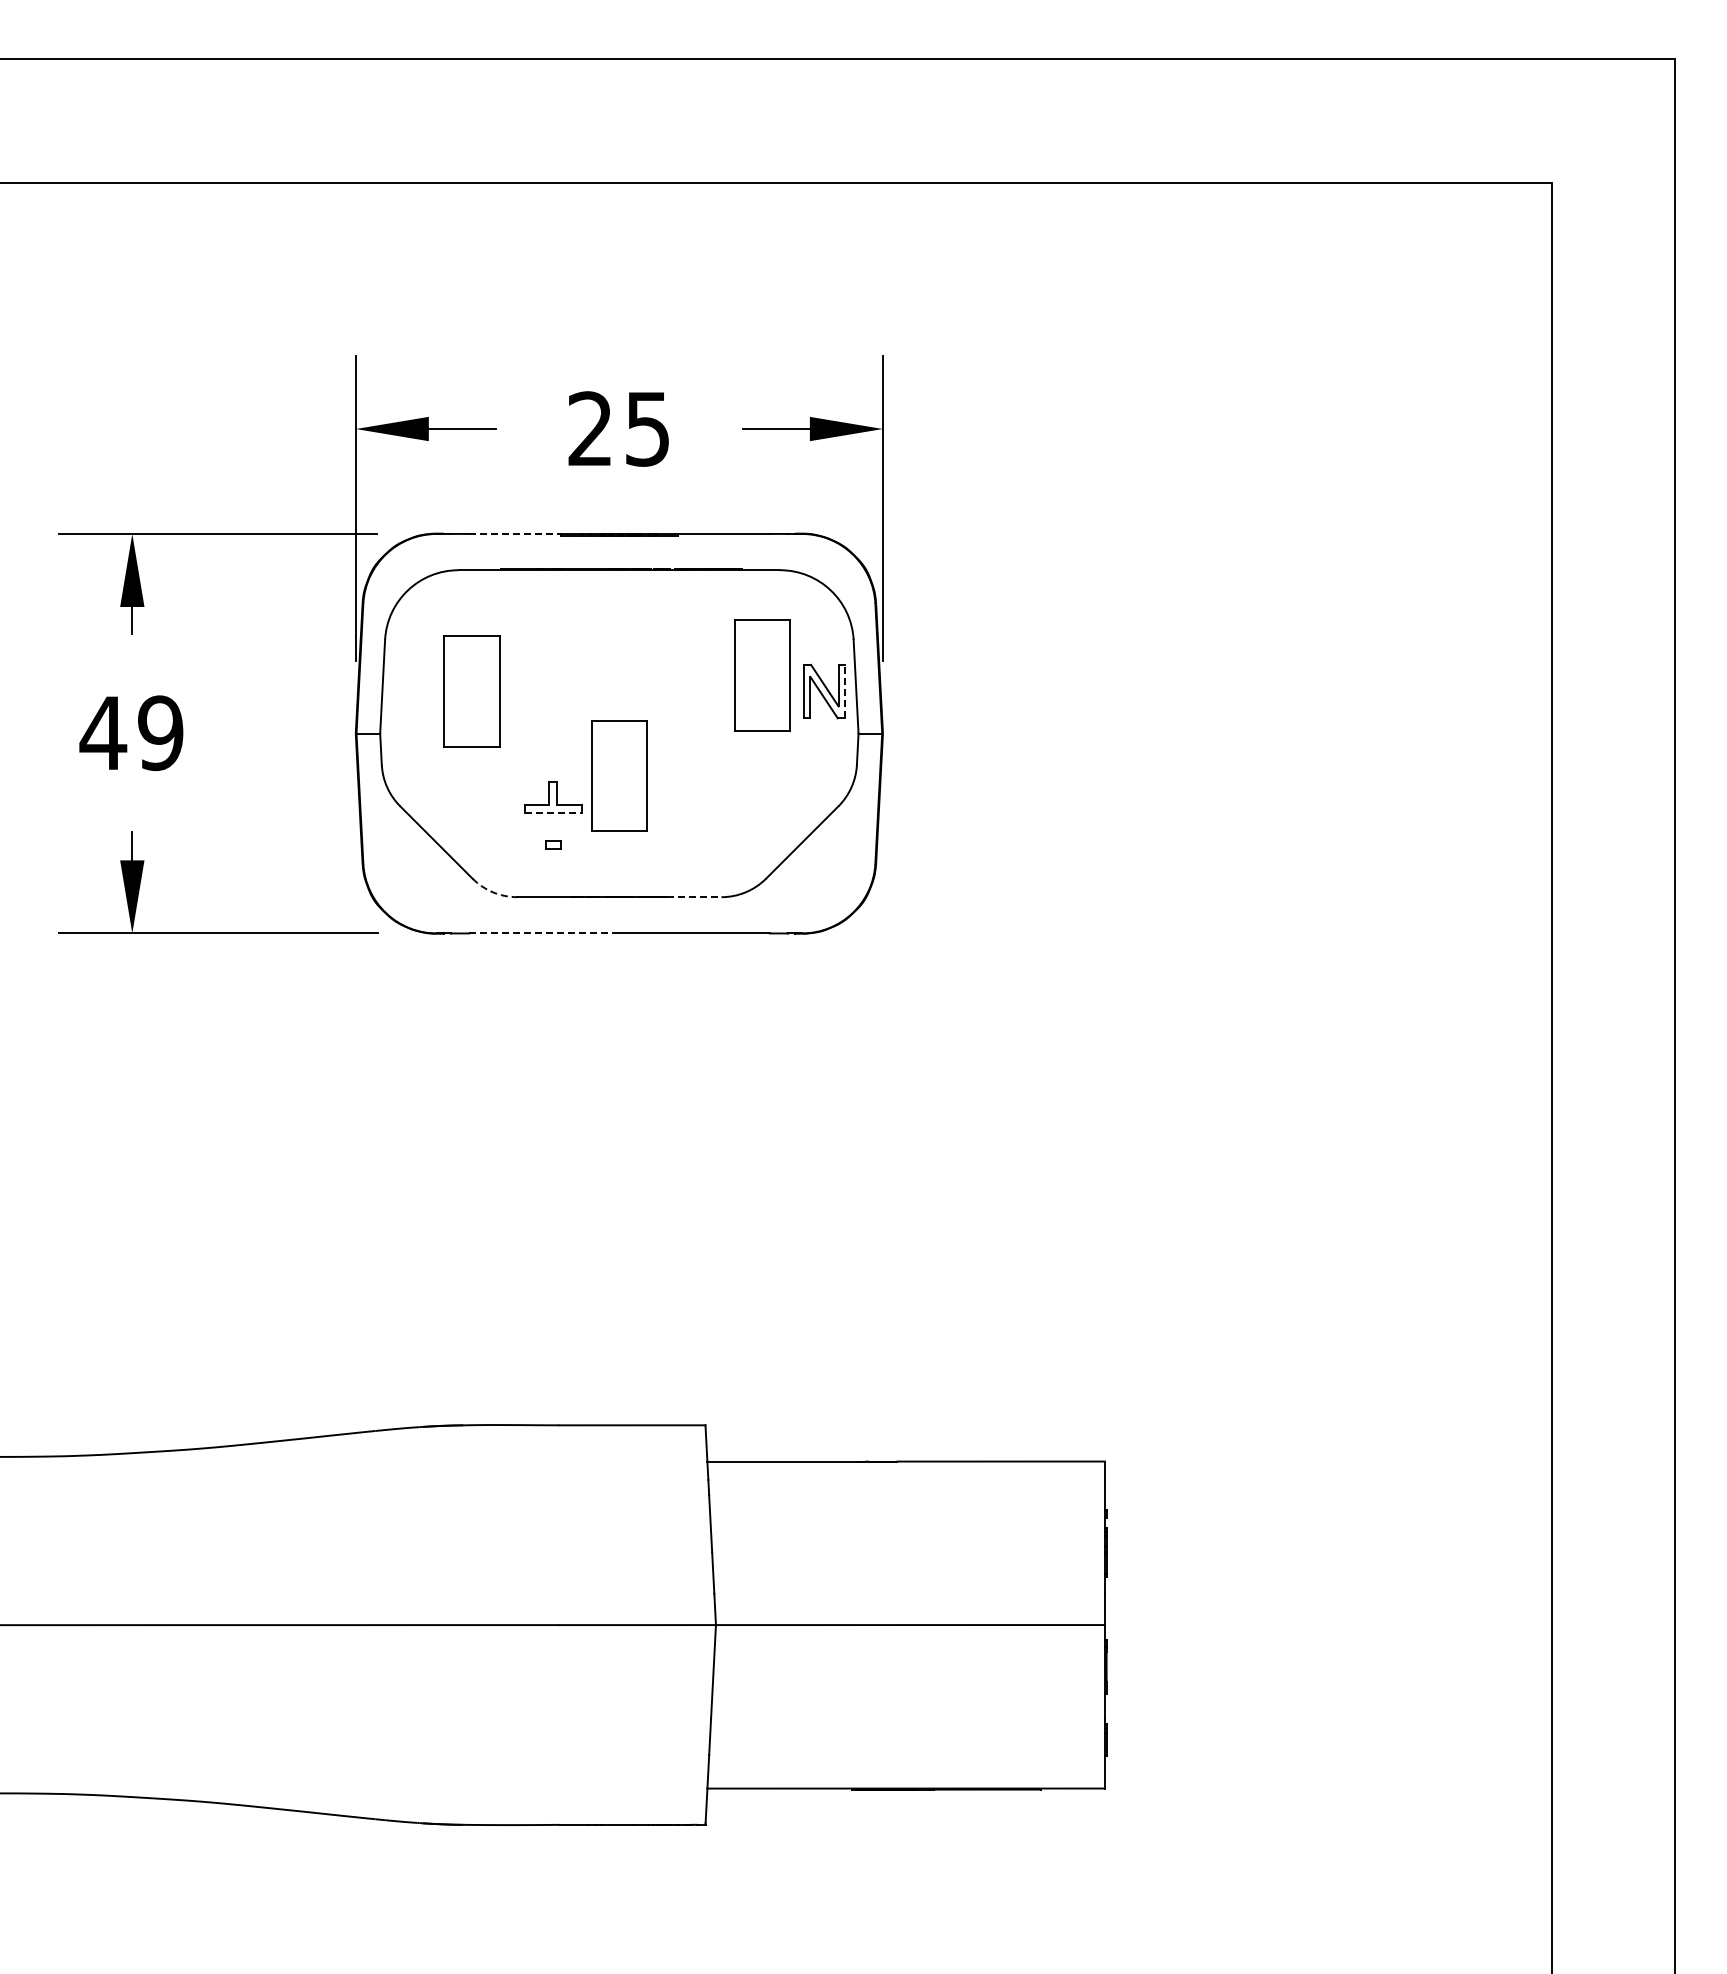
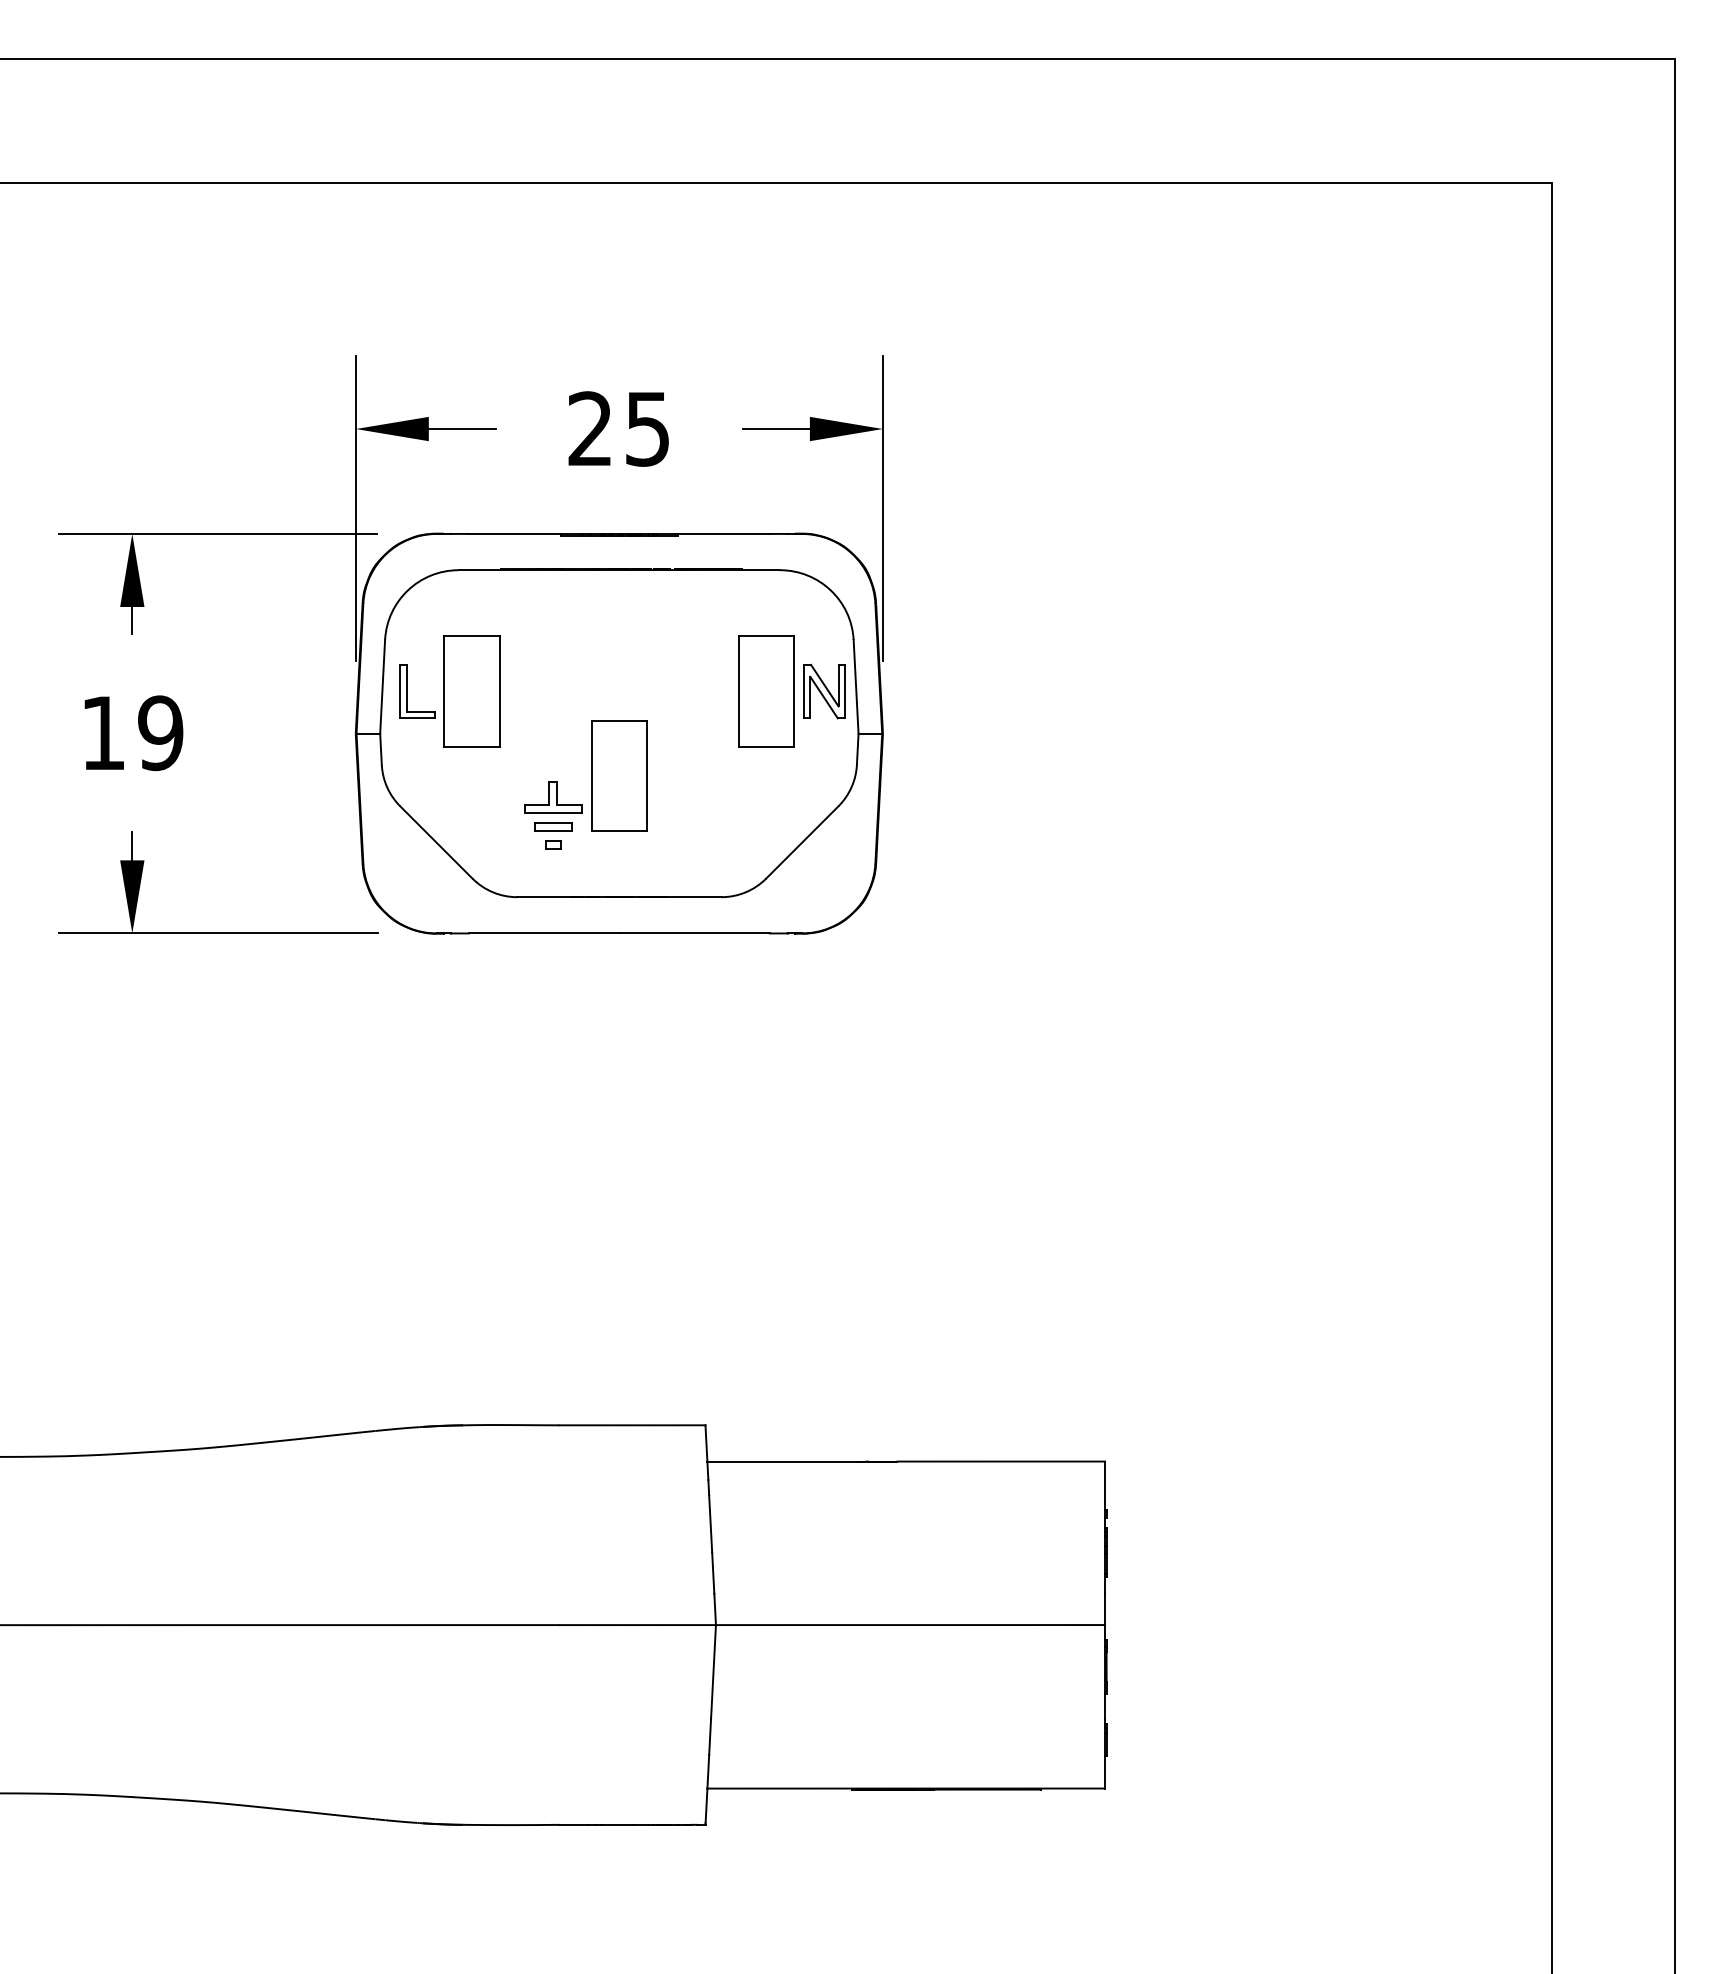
line at (514, 533): dashed -> solid
part at (762, 675) position: (762, 675) -> (766, 691)
part at (407, 691): none -> present
line at (845, 691): dashed -> solid
text at (103, 732): 49 -> 19
line at (553, 812): dashed -> solid
part at (553, 826): none -> present
arc at (493, 892): dashed -> solid
line at (694, 897): dashed -> solid
line at (544, 933): dashed -> solid
